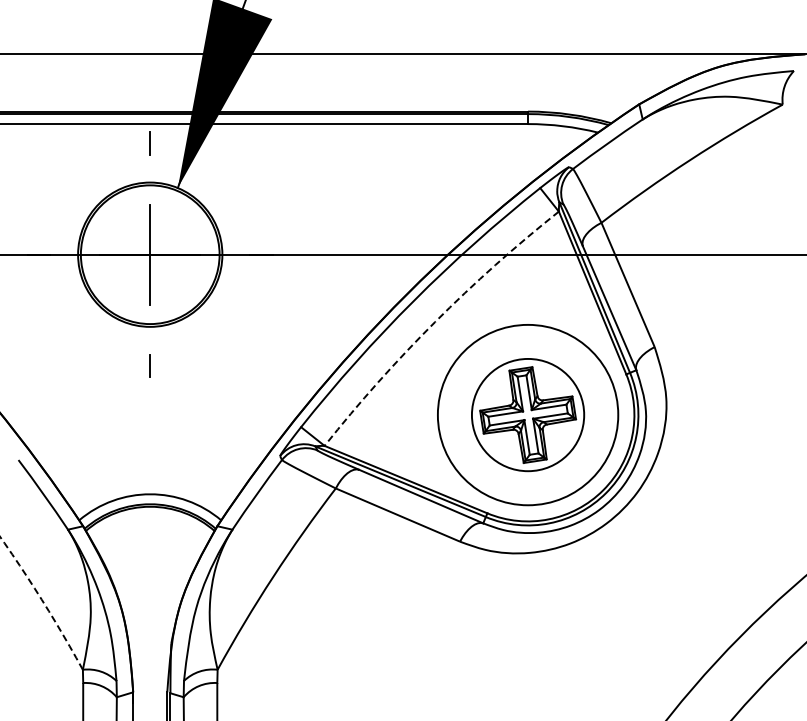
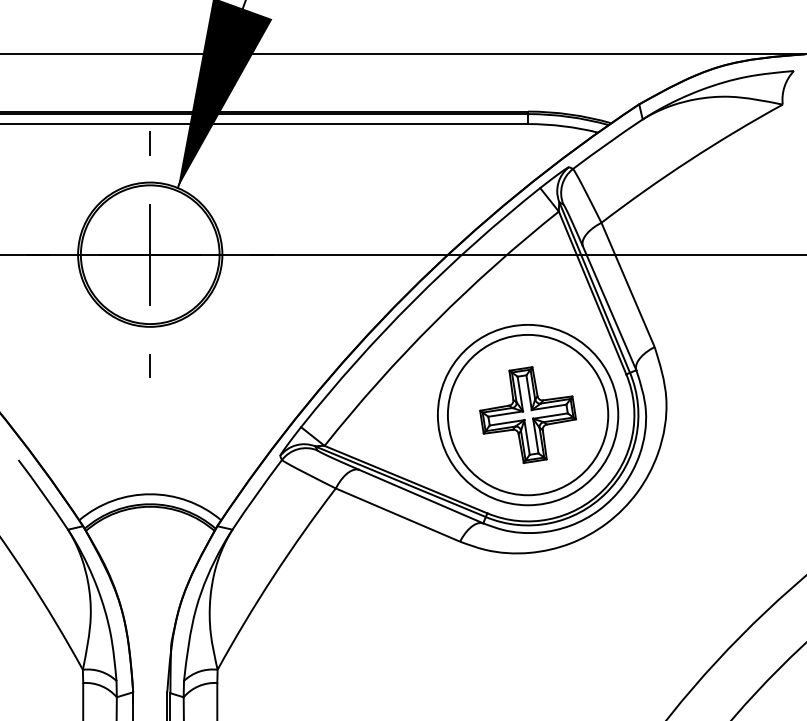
arc at (435, 322): dashed -> solid
circle at (527, 414) diameter: 112 px -> 160 px
arc at (42, 601): dashed -> solid
